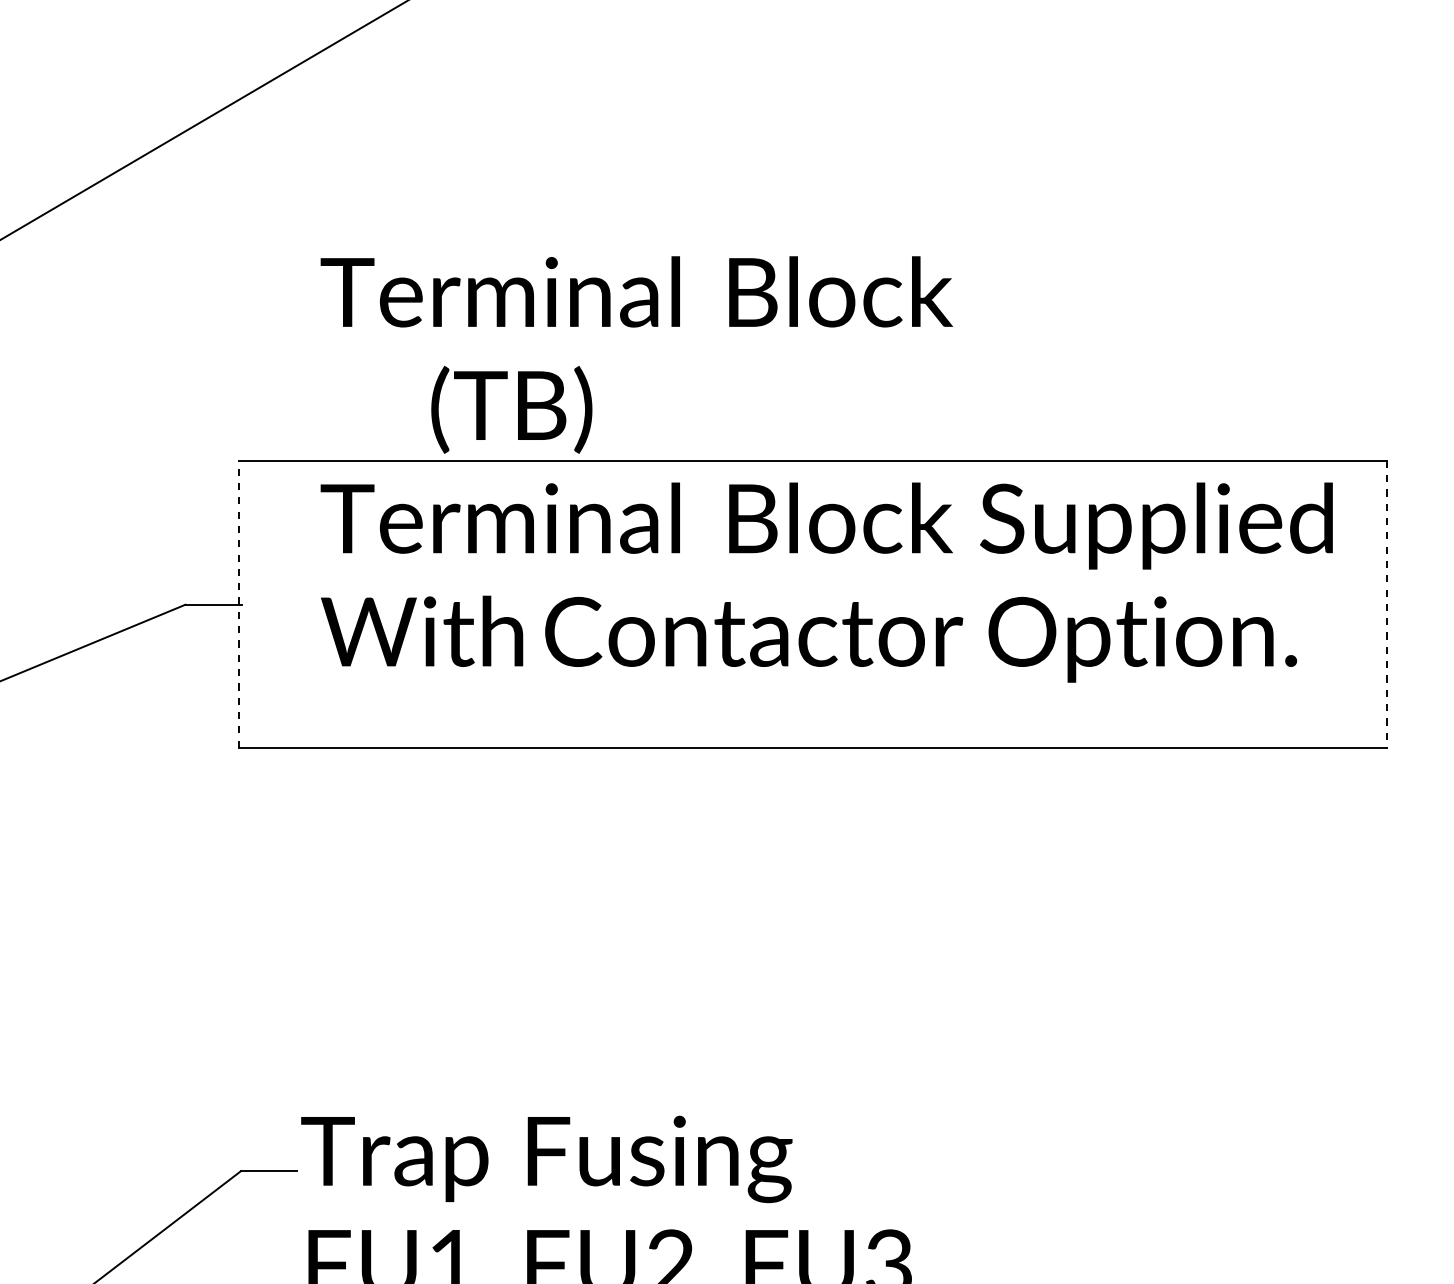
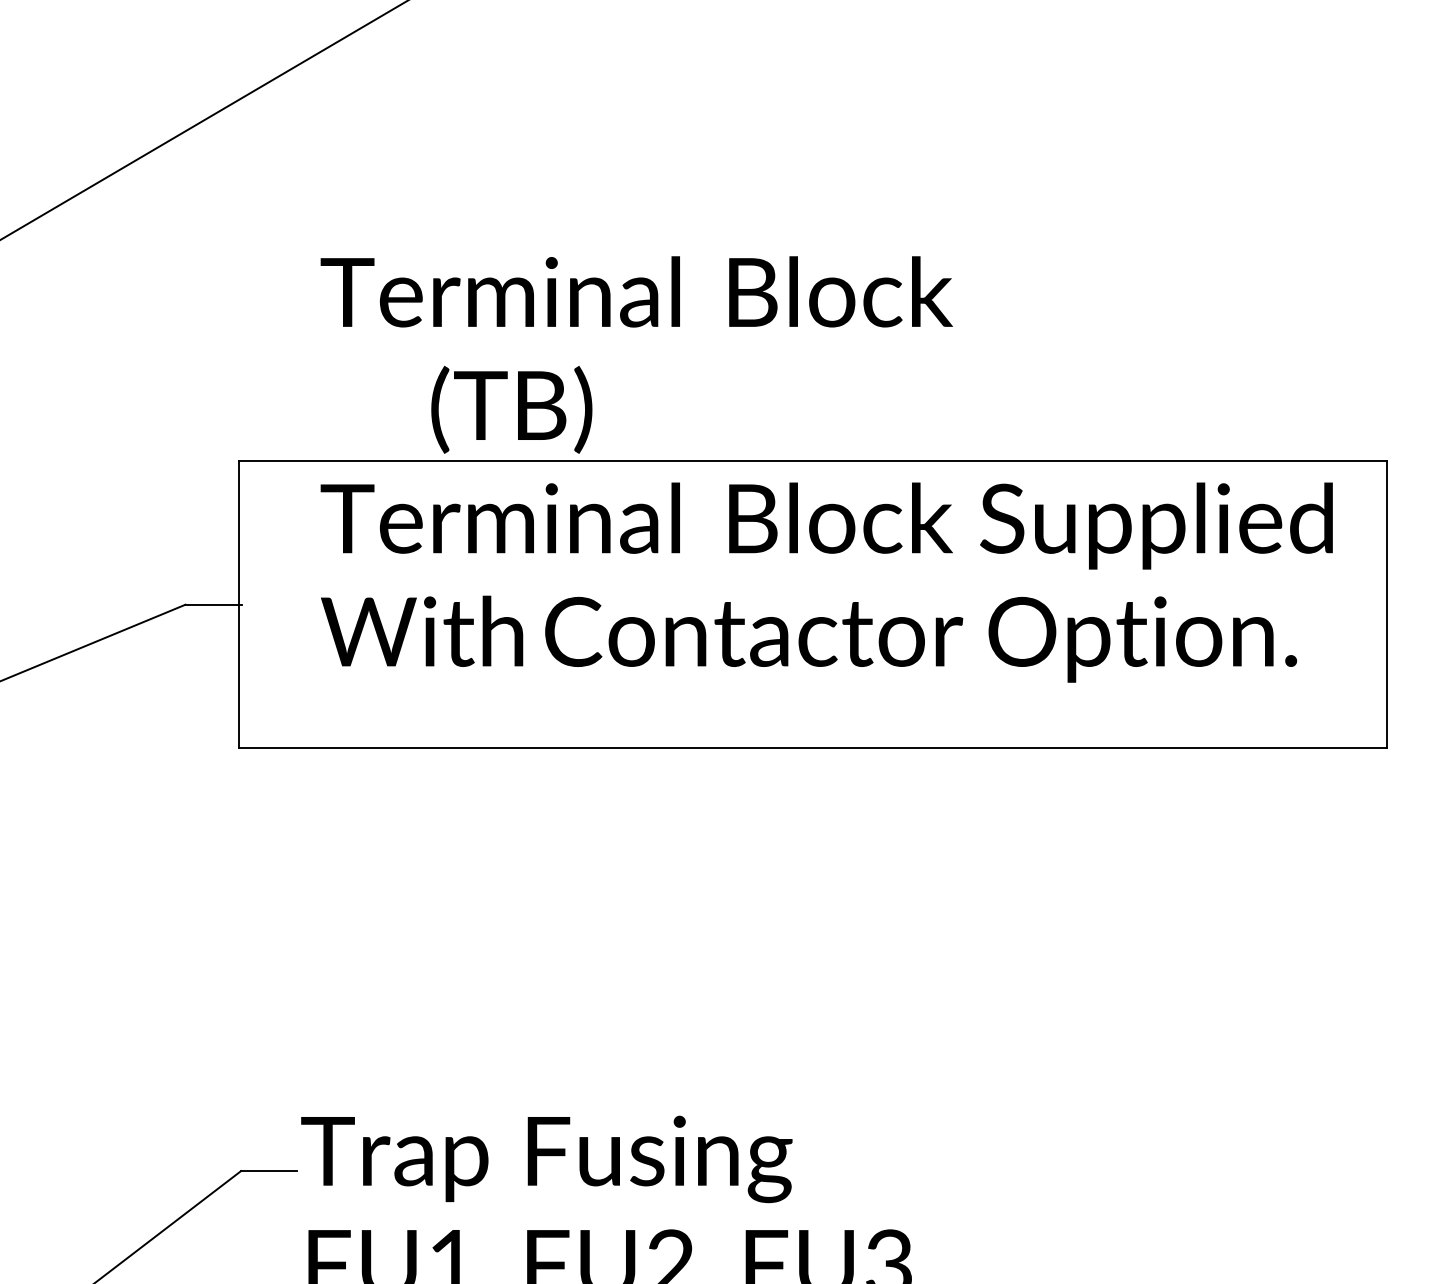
line at (239, 604): dashed -> solid
line at (1387, 604): dashed -> solid
